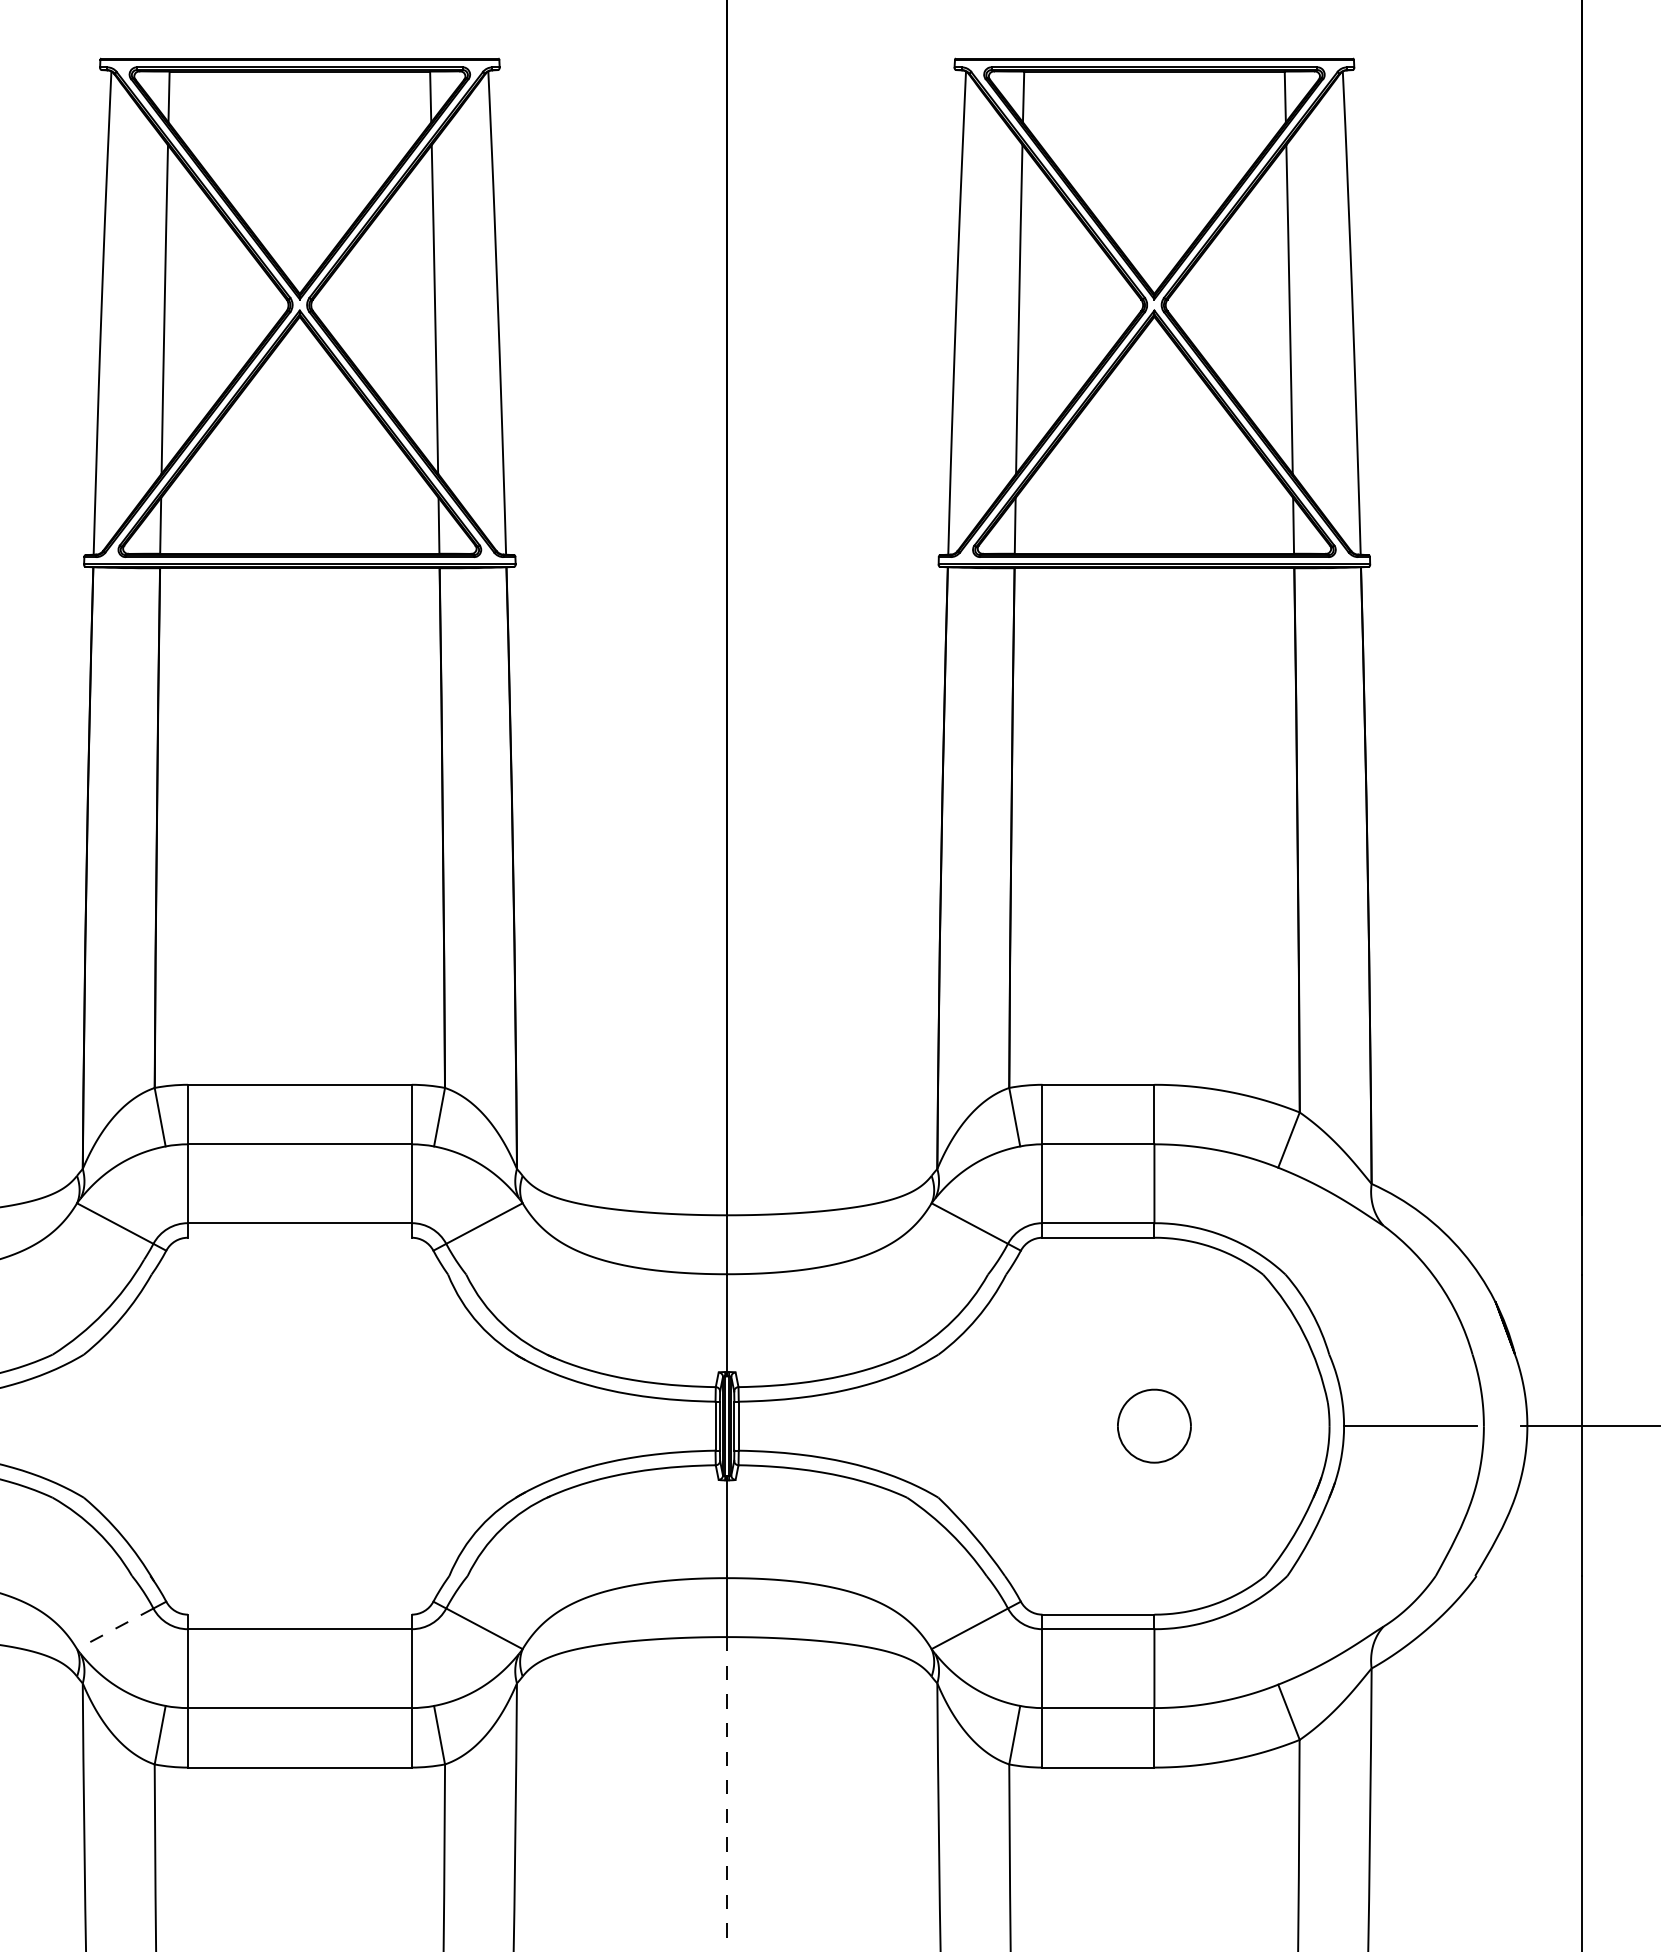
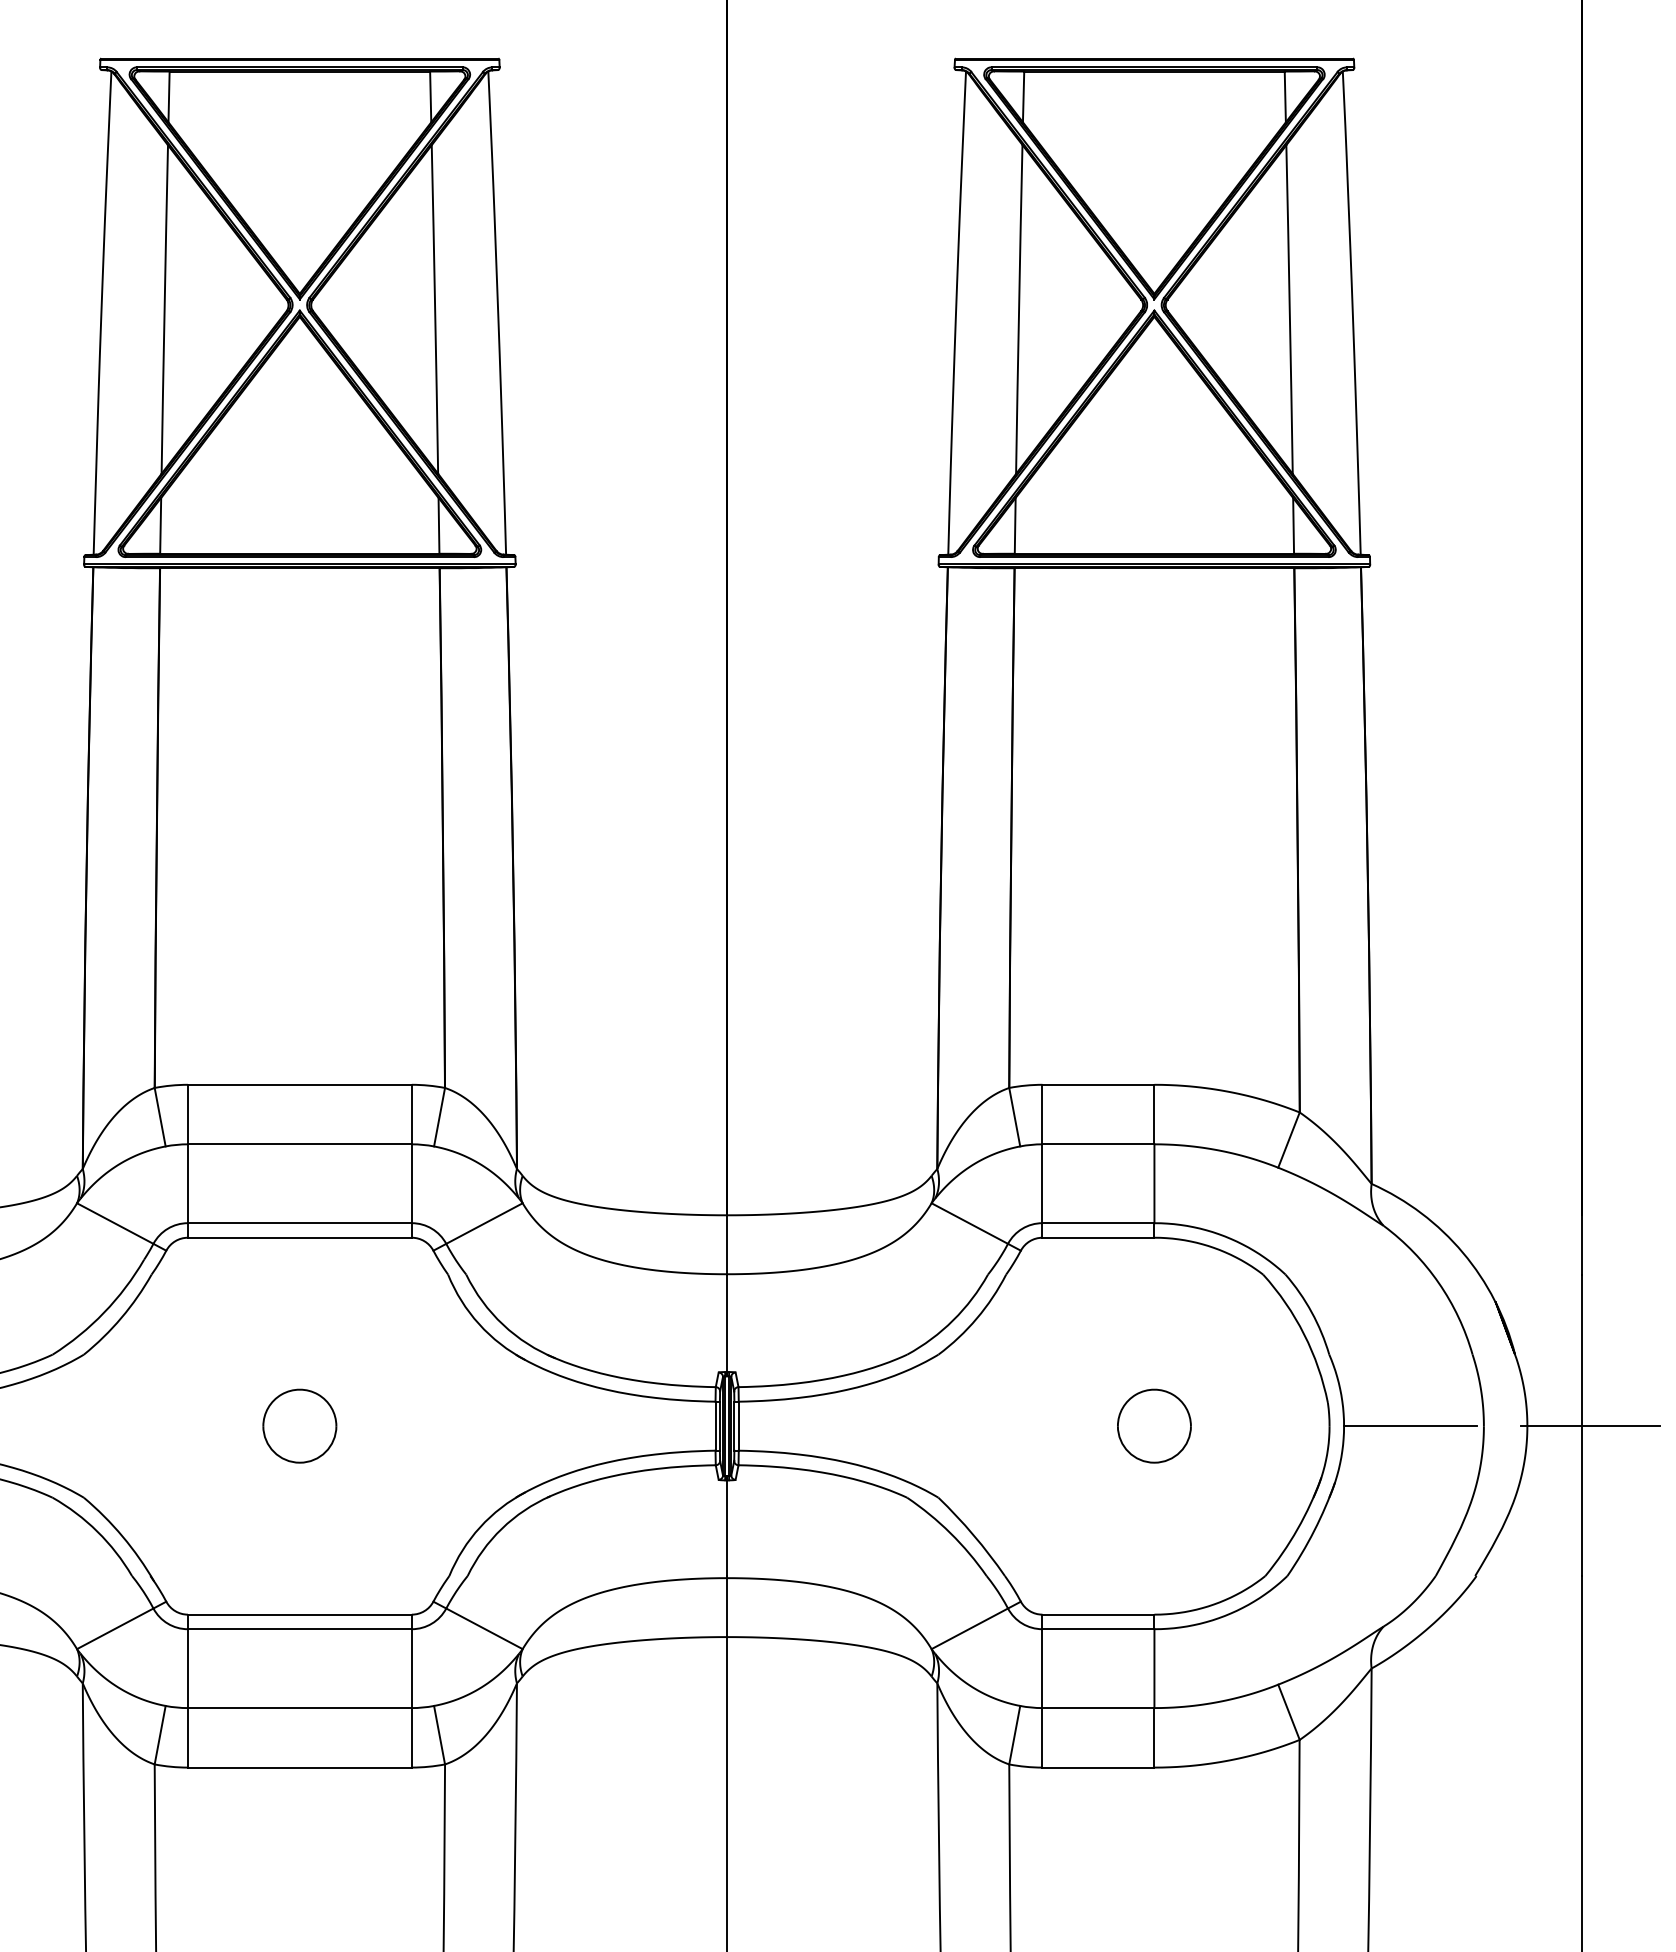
line at (299, 1237): none -> present
part at (299, 1425): none -> present
line at (299, 1614): none -> present
line at (114, 1629): dashed -> solid
line at (727, 1795): dashed -> solid
